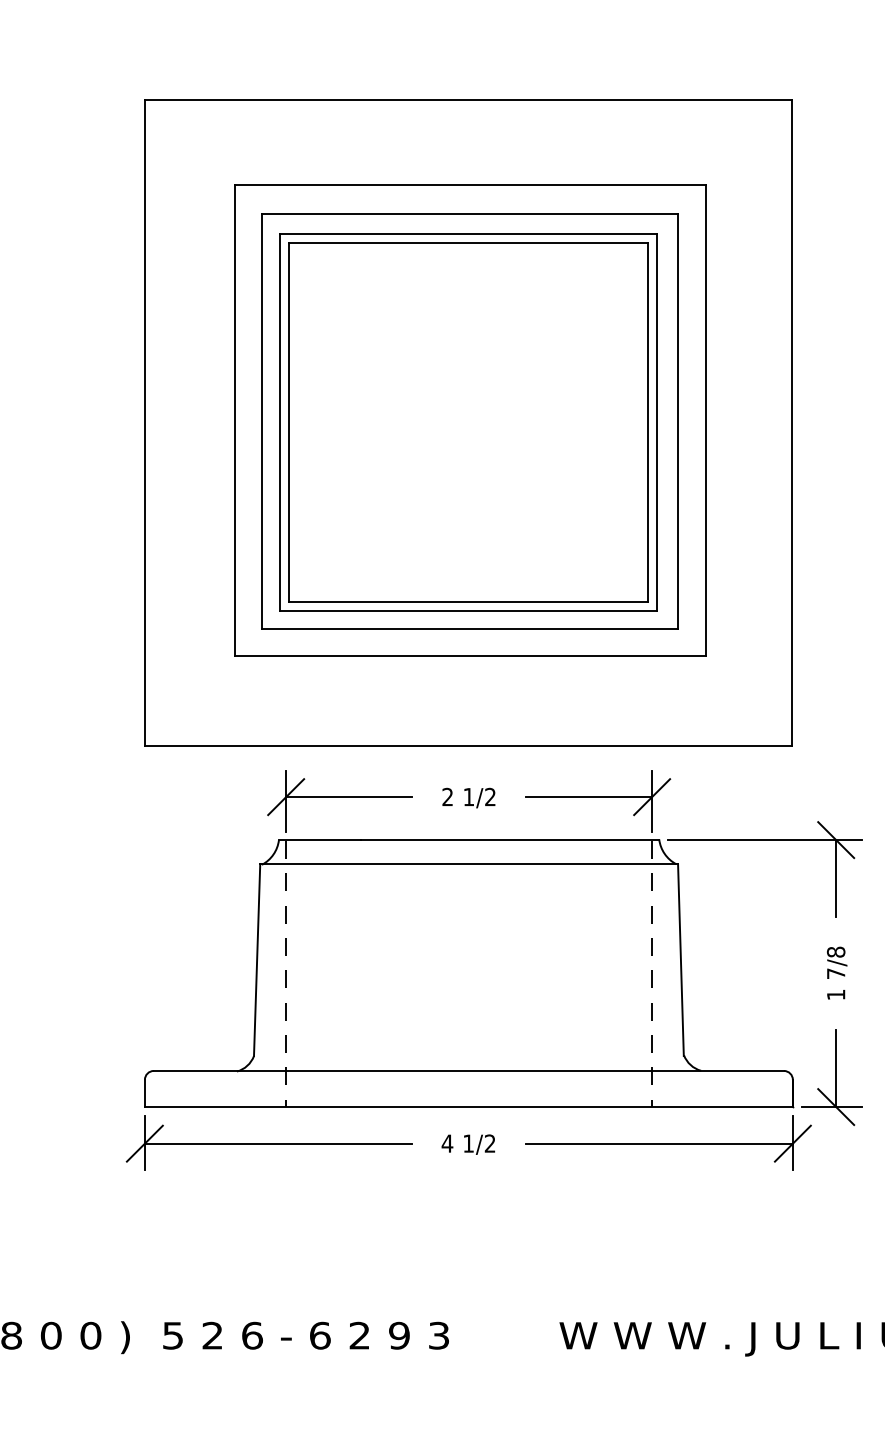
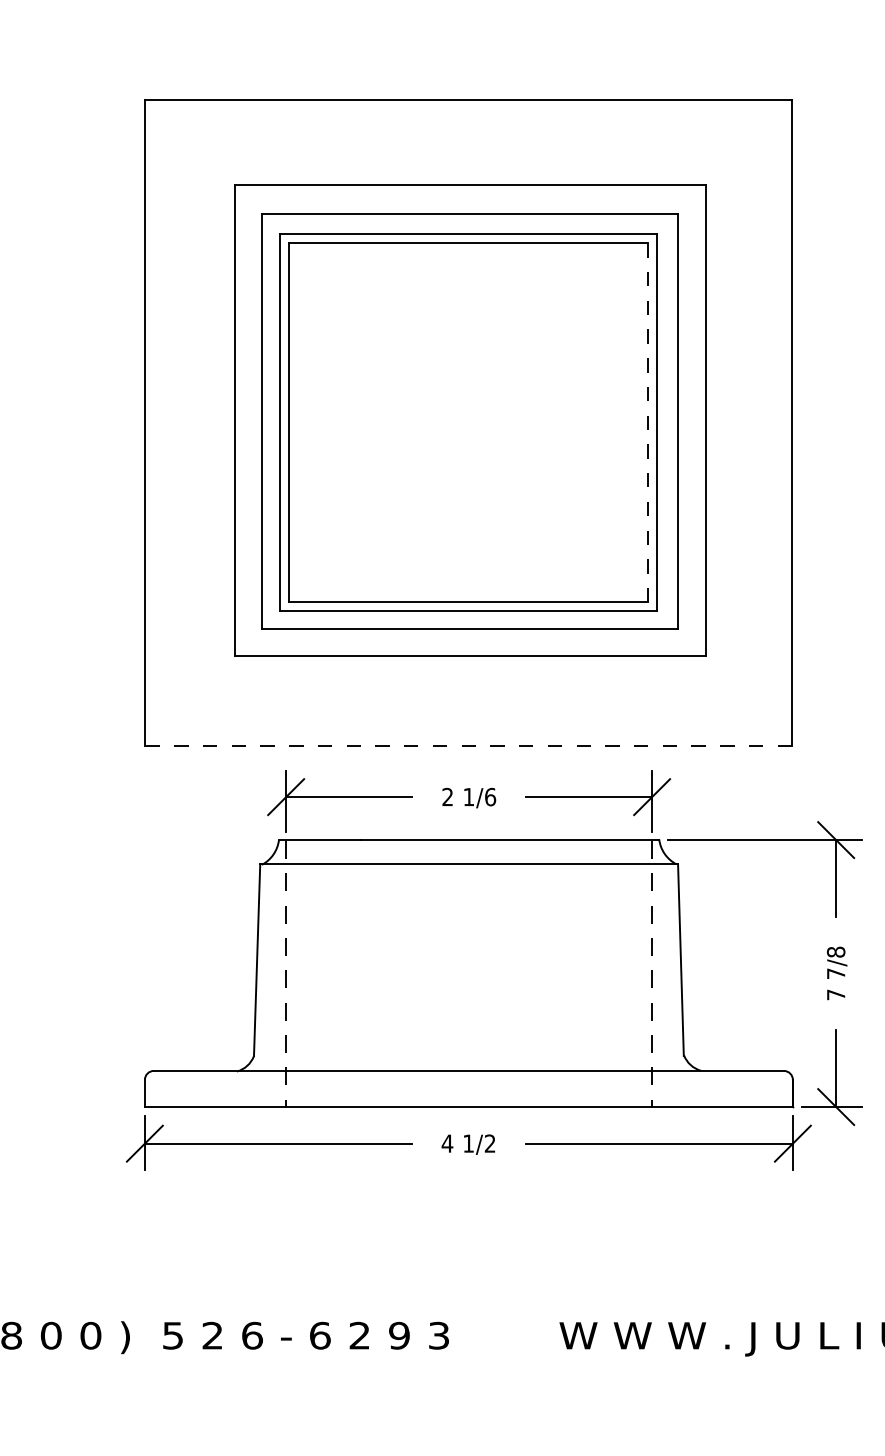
line at (648, 422): solid -> dashed
line at (468, 746): solid -> dashed
text at (490, 796): 1/2 -> 1/6
text at (836, 994): 1 -> 7
